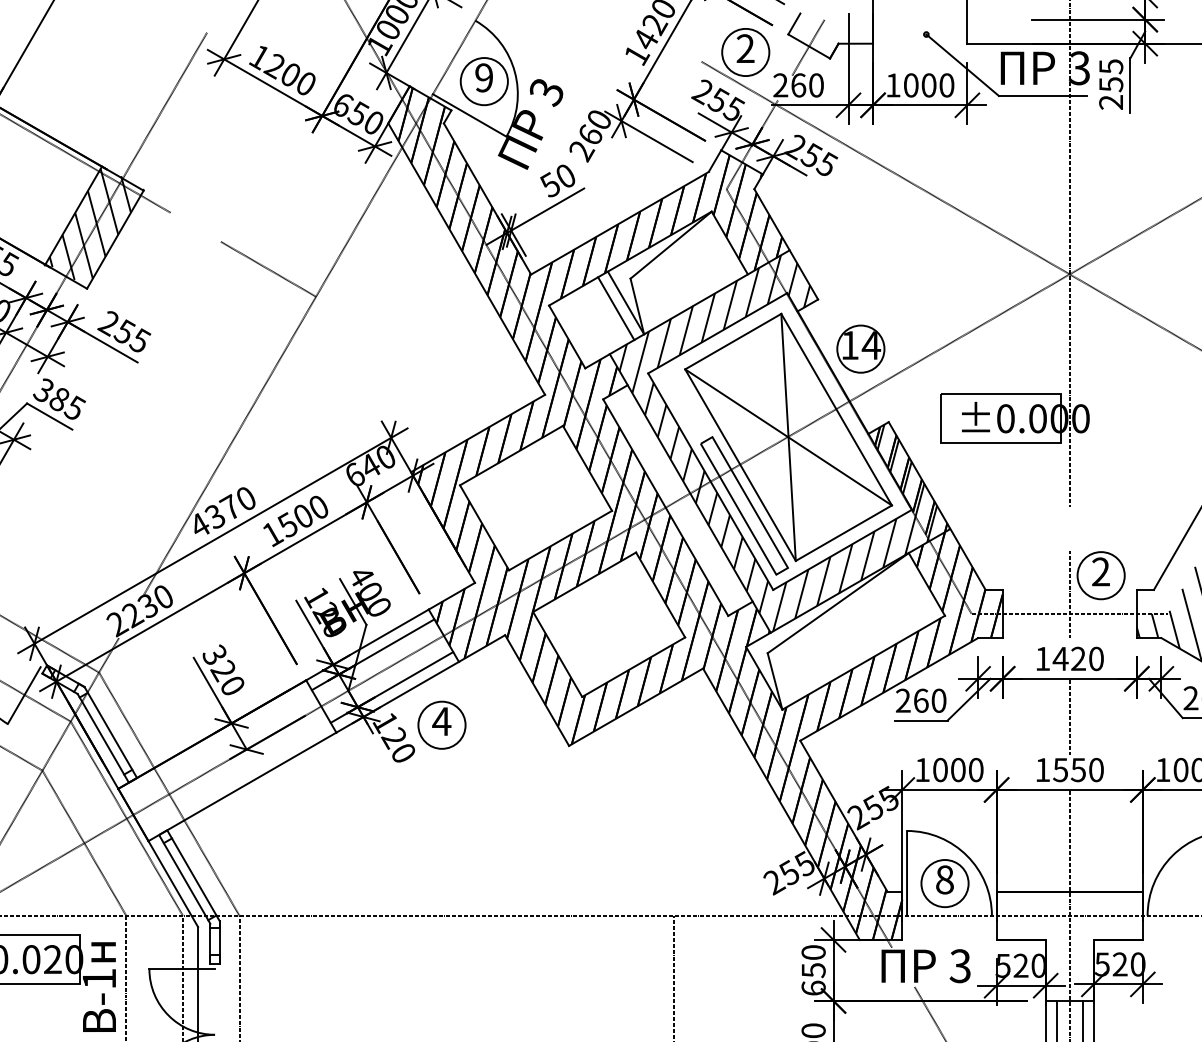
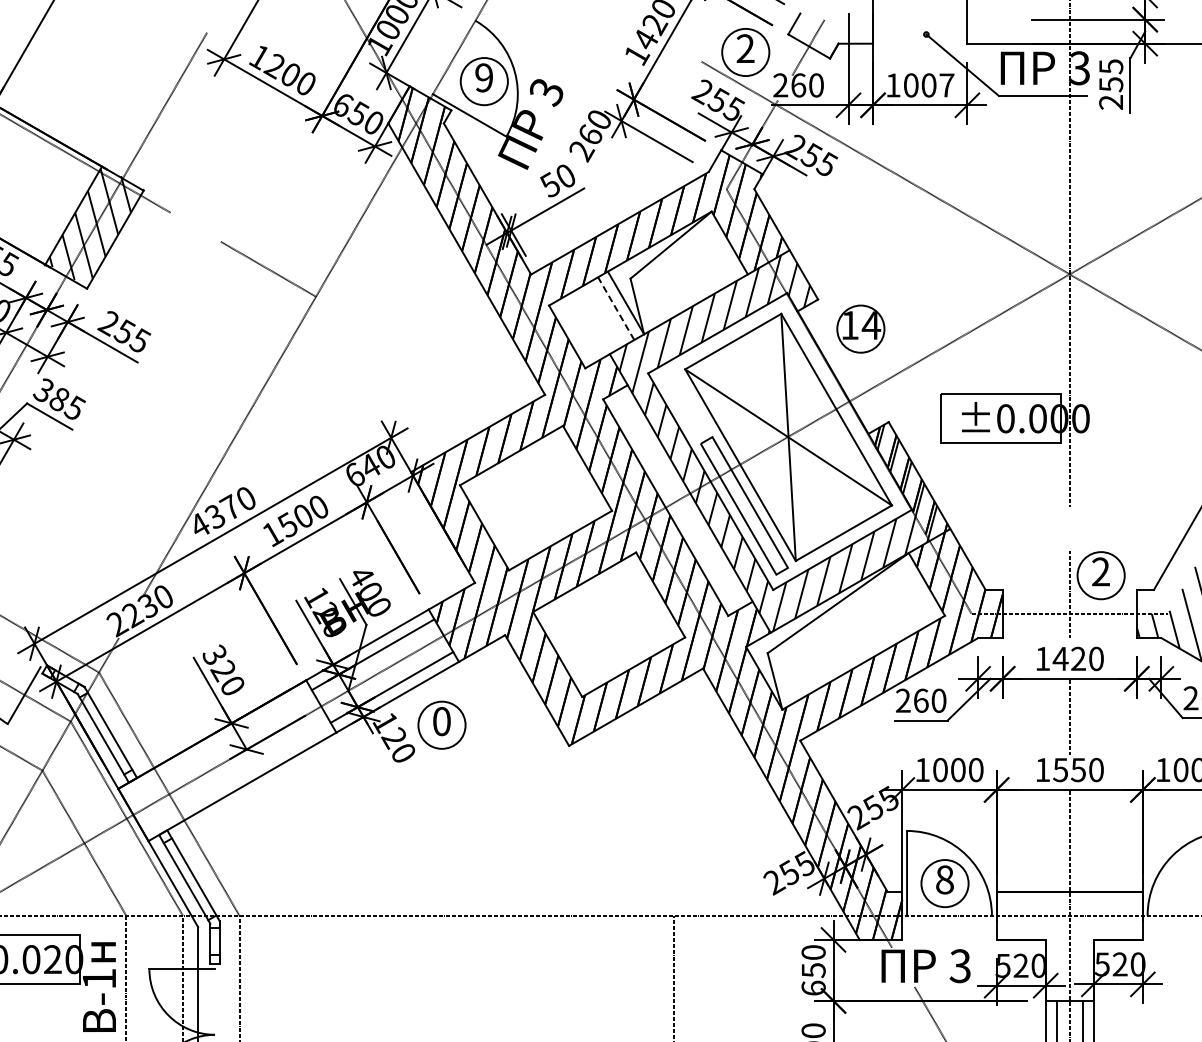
text at (946, 85): 1000 -> 1007
line at (615, 308): solid -> dashed
part at (860, 348) position: (860, 348) -> (860, 328)
text at (441, 721): 4 -> 0
